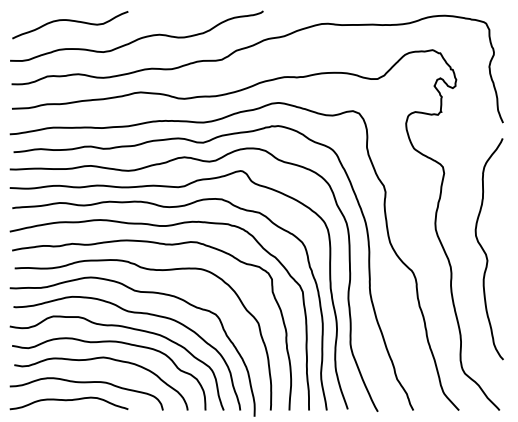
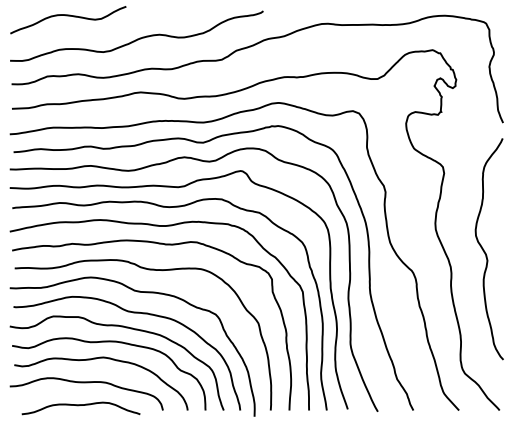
curve at (70, 21) position: (70, 21) -> (68, 16)
curve at (67, 401) position: (67, 401) -> (79, 406)
